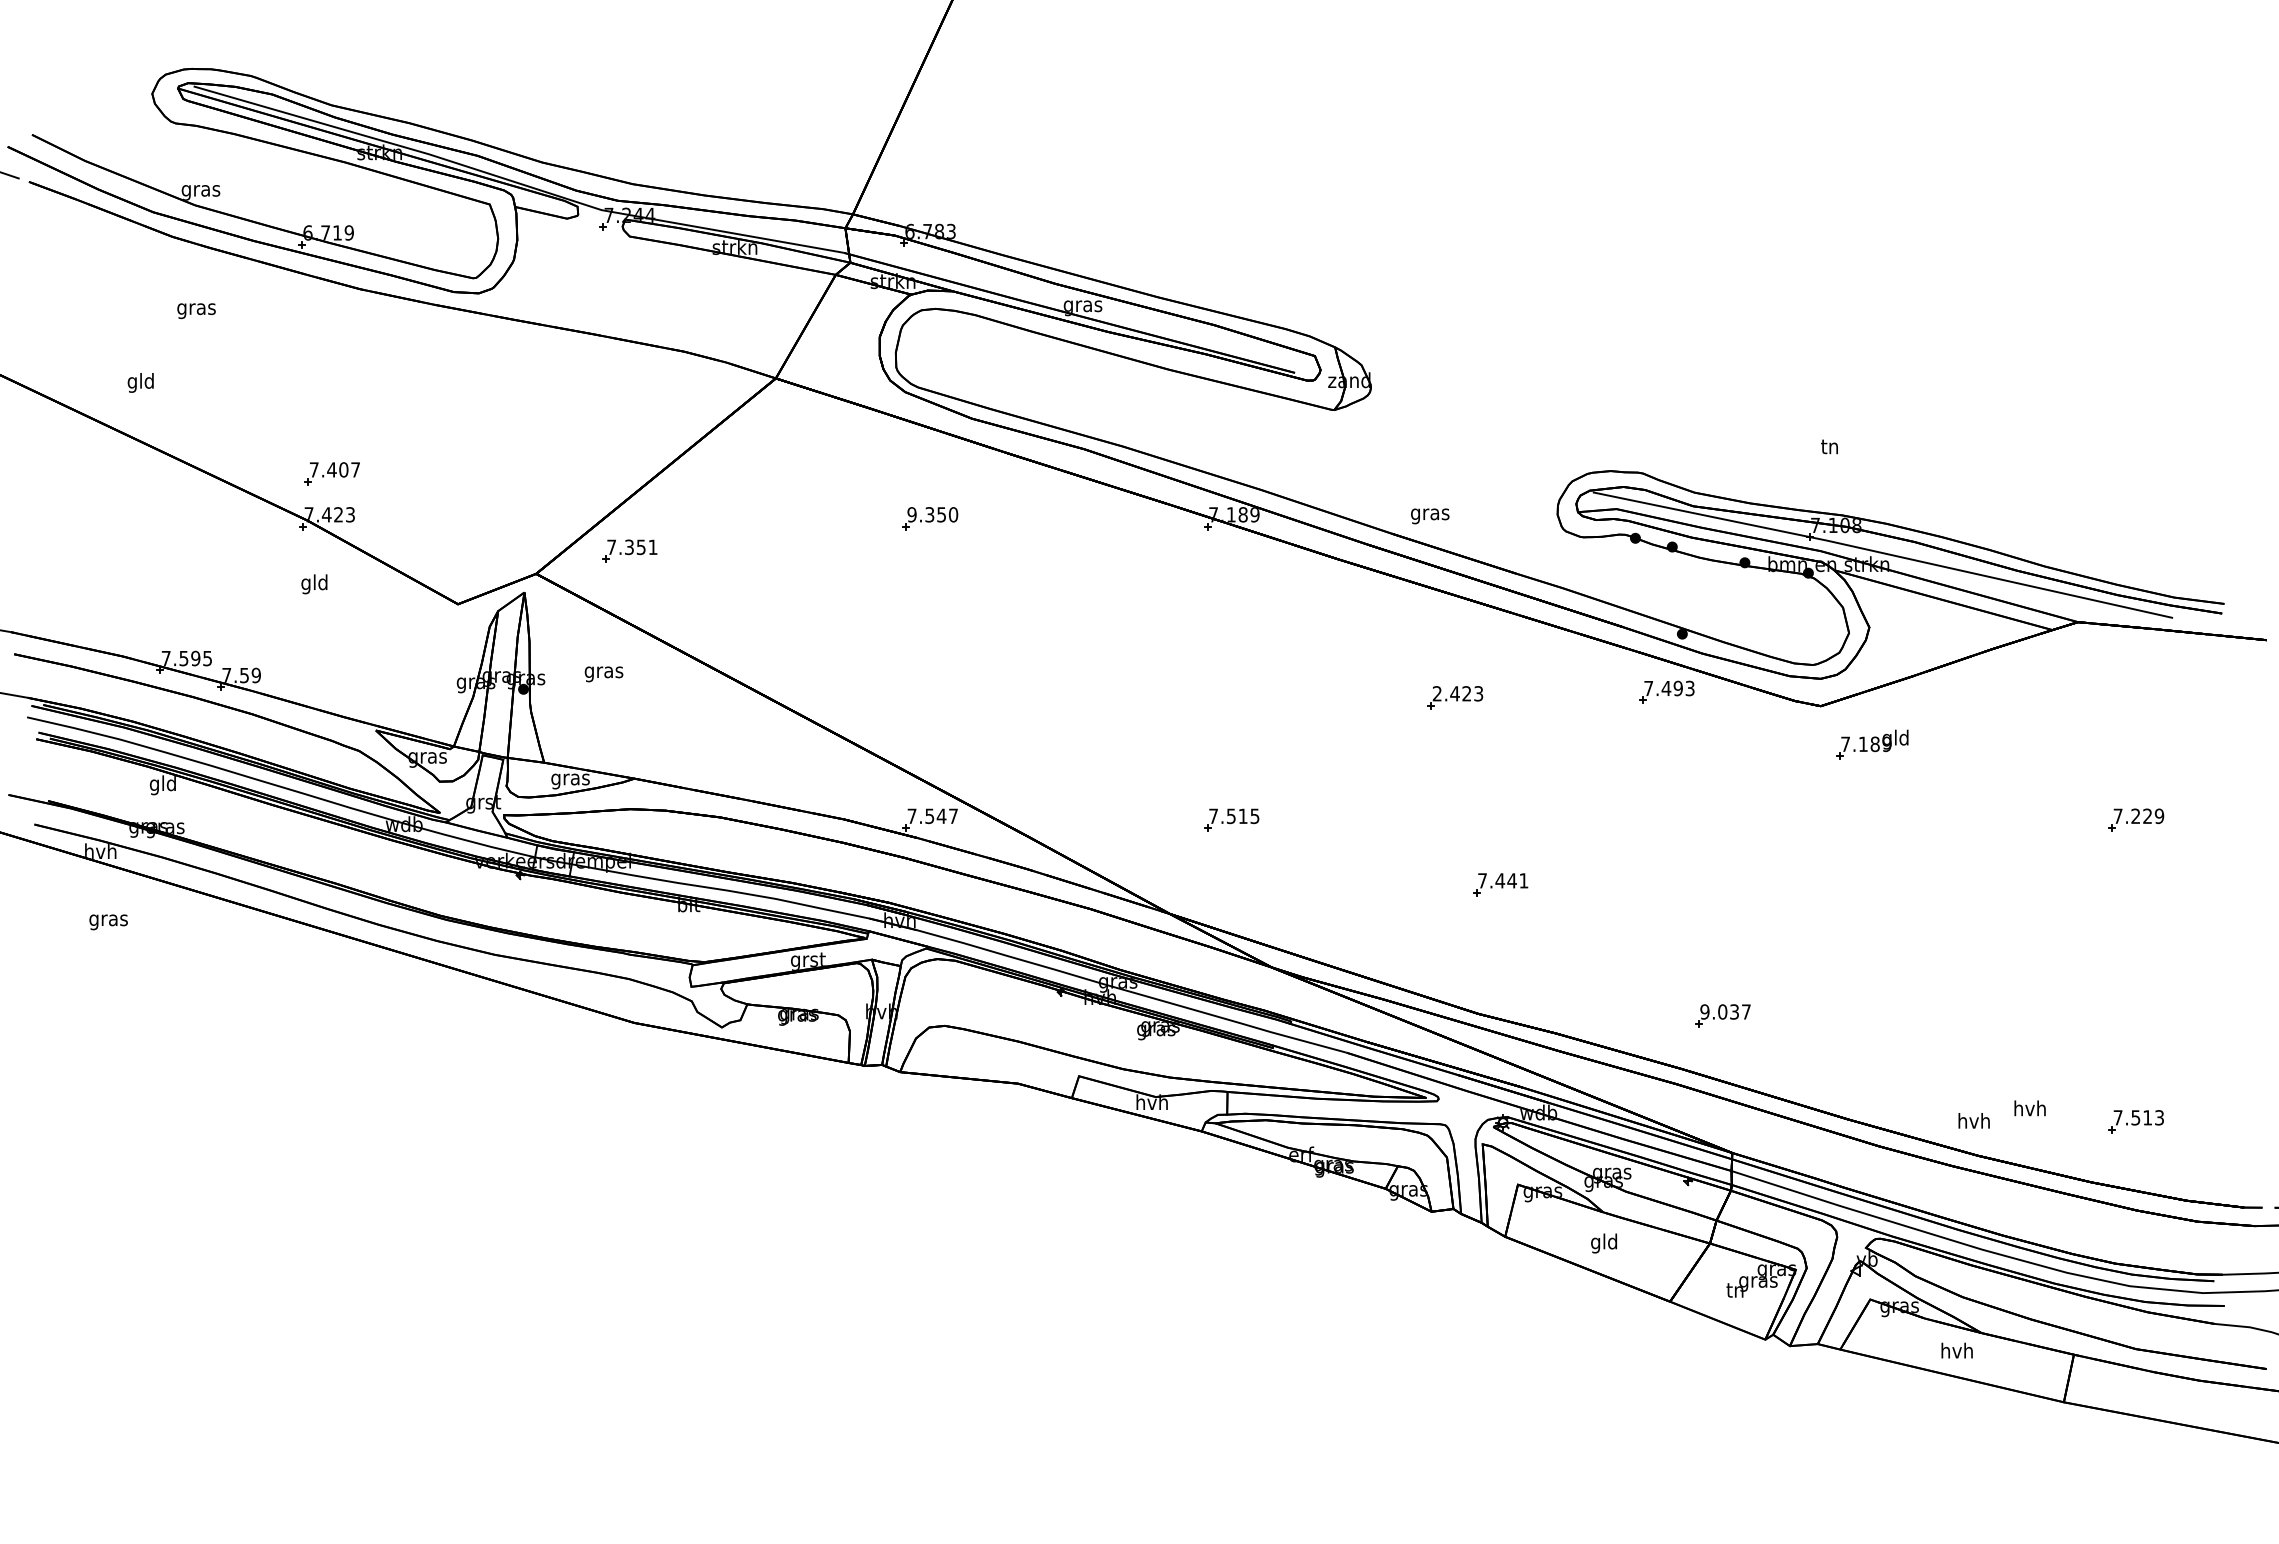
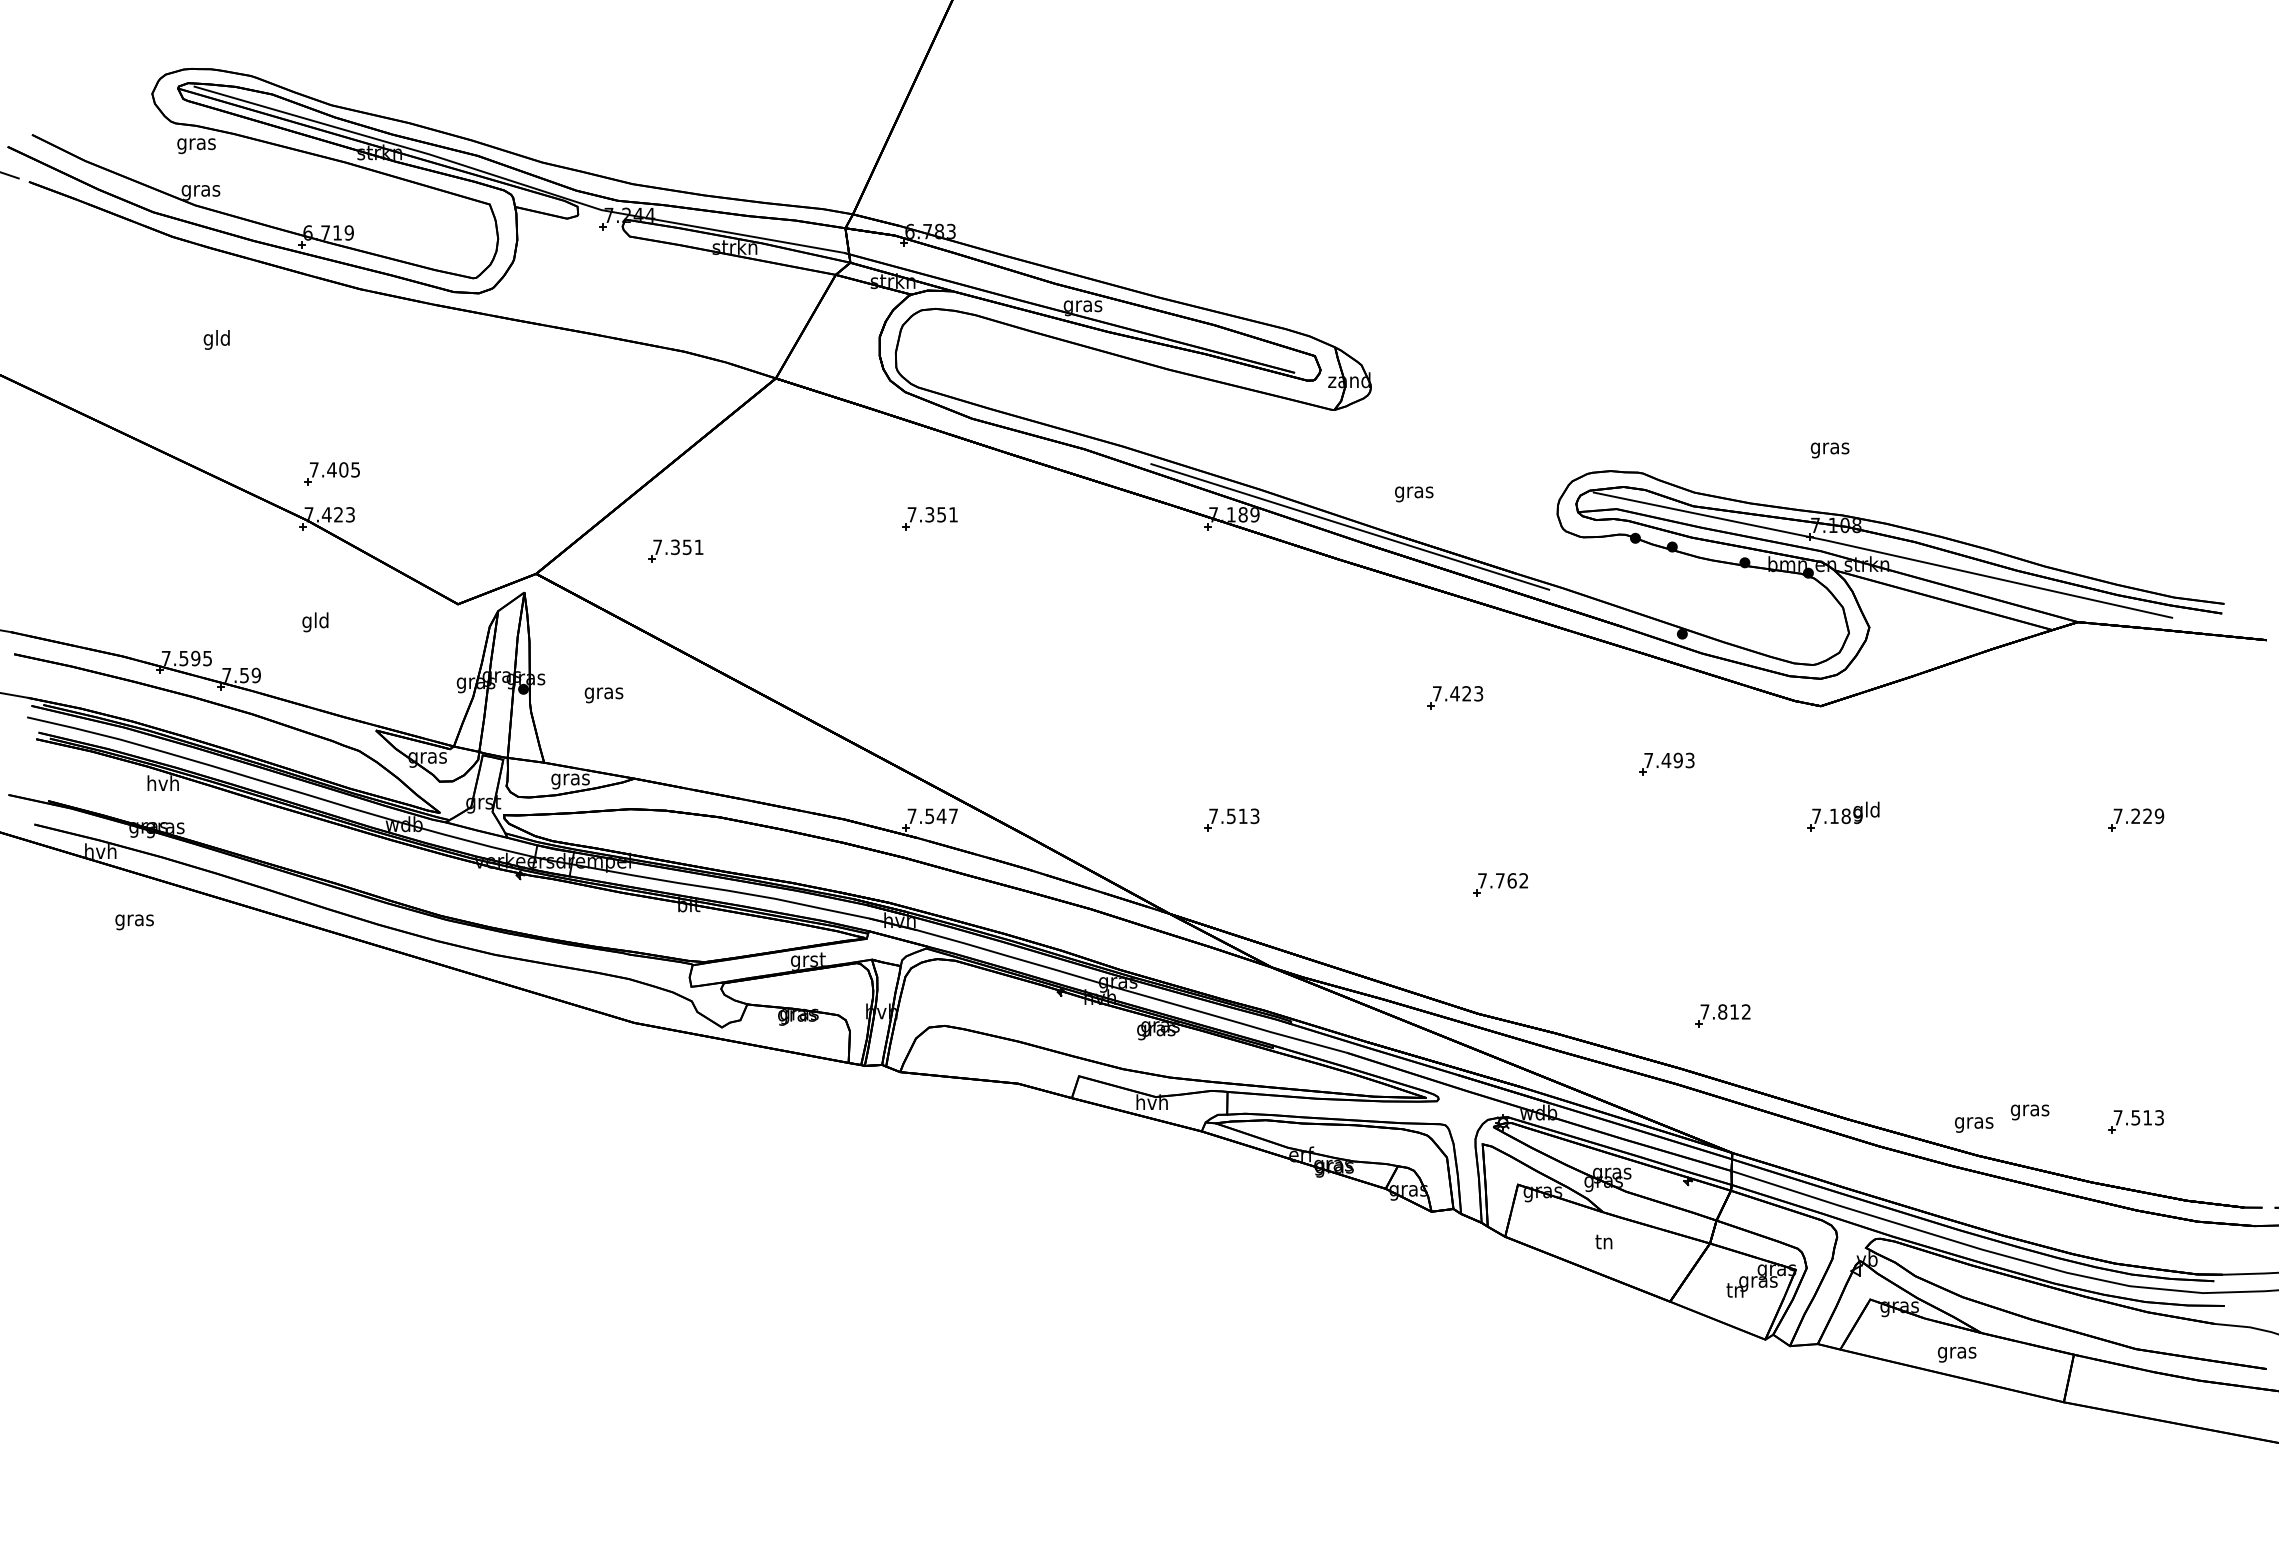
text at (196, 311) position: (196, 311) -> (196, 146)
text at (140, 382) position: (140, 382) -> (216, 339)
text at (1829, 448): tn -> gras
text at (355, 469): 7.407 -> 7.405
text at (932, 514): 9.350 -> 7.351
text at (1430, 516) position: (1430, 516) -> (1414, 494)
line at (1350, 526): none -> present
part at (629, 550) position: (629, 550) -> (675, 550)
text at (314, 584) position: (314, 584) -> (315, 622)
text at (603, 674) position: (603, 674) -> (603, 695)
part at (1666, 691) position: (1666, 691) -> (1666, 763)
text at (1436, 693): 2.423 -> 7.423
part at (1872, 744) position: (1872, 744) -> (1843, 816)
text at (162, 785): gld -> hvh
text at (1255, 815): 7.515 -> 7.513
text at (1511, 880): 7.441 -> 7.762
text at (108, 922) position: (108, 922) -> (134, 922)
text at (1725, 1011): 9.037 -> 7.812
text at (2029, 1110): hvh -> gras
text at (1974, 1122): hvh -> gras
text at (1604, 1243): gld -> tn
text at (1957, 1352): hvh -> gras
